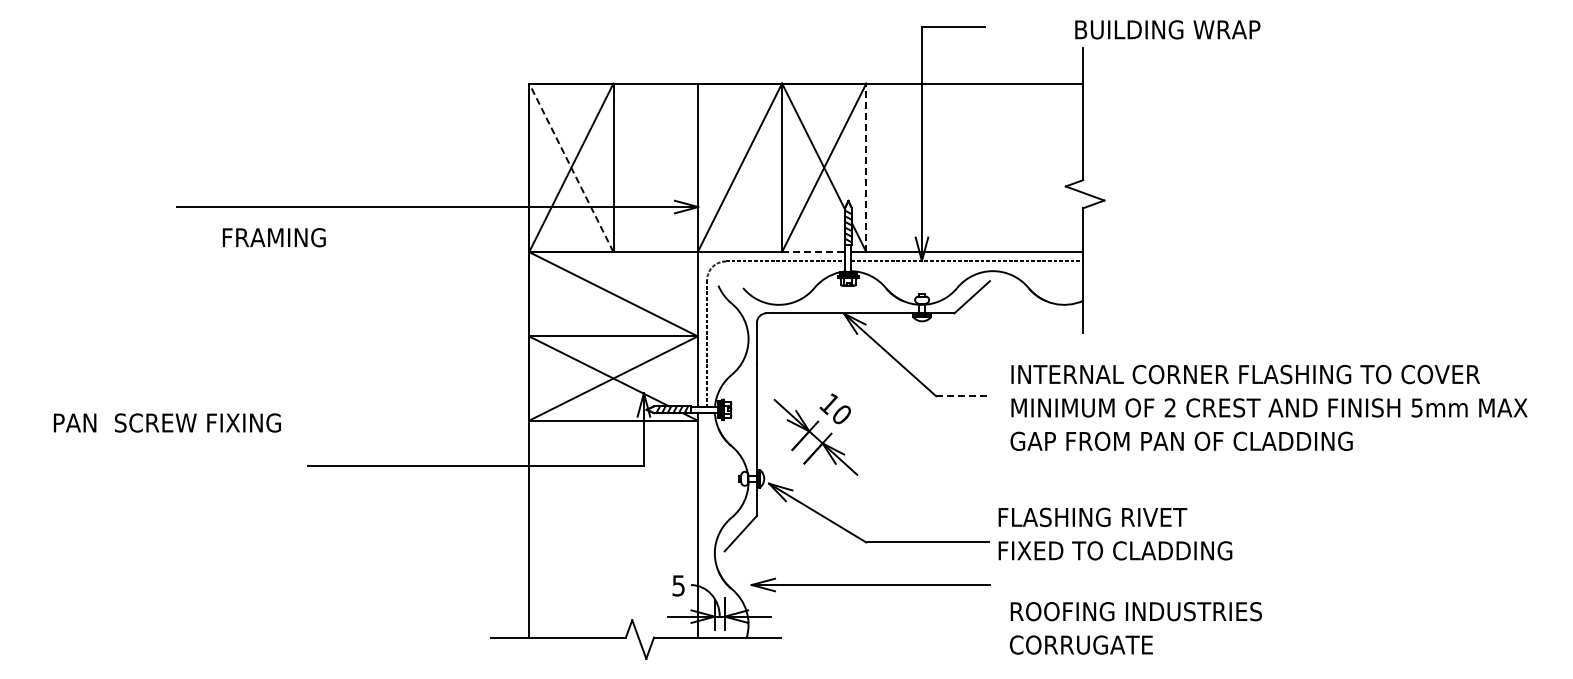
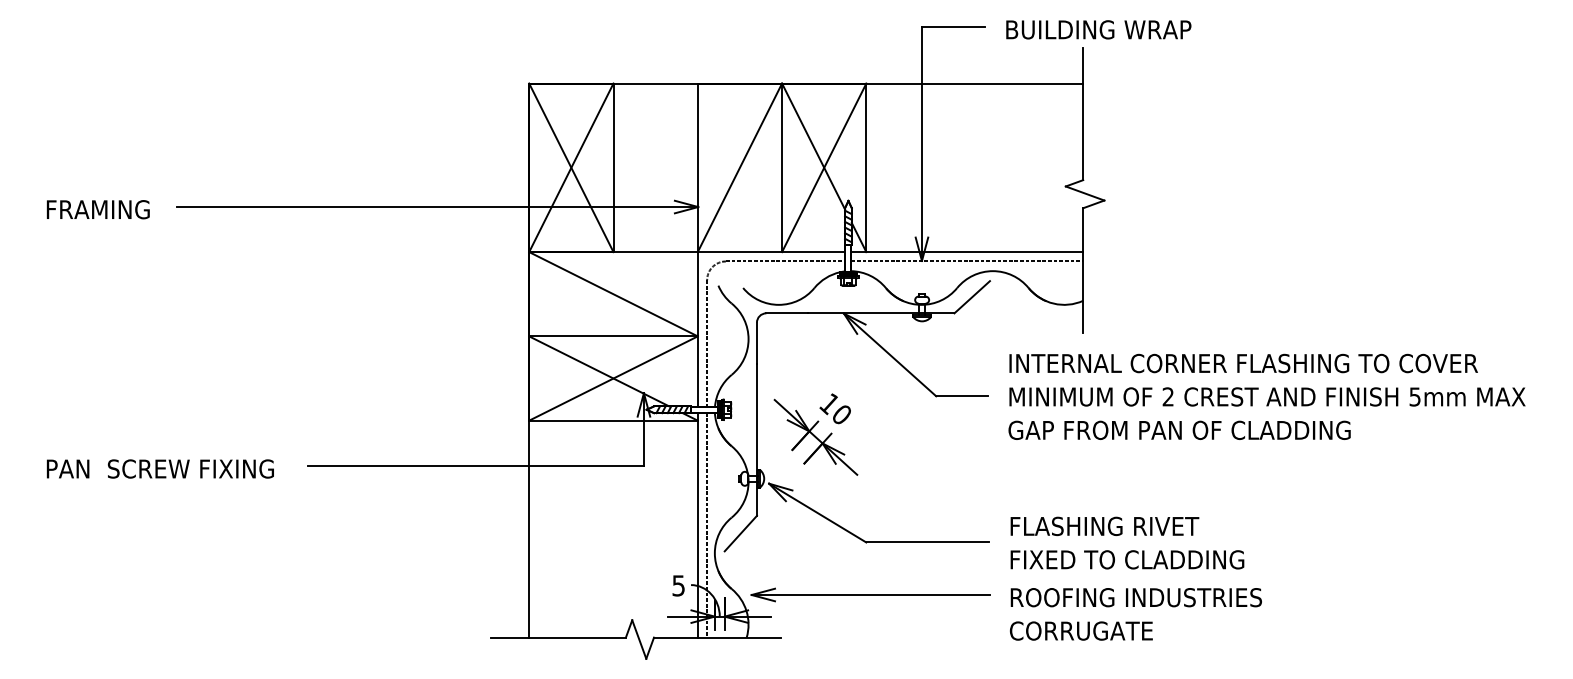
text at (1167, 29) position: (1167, 29) -> (1098, 29)
line at (571, 167): dashed -> solid
line at (866, 167): dashed -> solid
text at (273, 237) position: (273, 237) -> (97, 209)
line at (813, 252): dashed -> solid
line at (962, 396): dashed -> solid
text at (1268, 407) position: (1268, 407) -> (1266, 396)
text at (166, 422) position: (166, 422) -> (159, 468)
line at (707, 524): none -> present
text at (1115, 533) position: (1115, 533) -> (1127, 542)
part at (870, 584) position: (870, 584) -> (870, 594)
text at (1135, 628) position: (1135, 628) -> (1135, 614)
